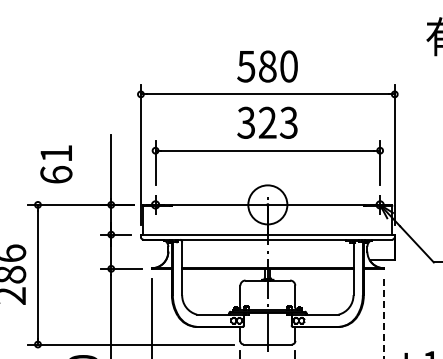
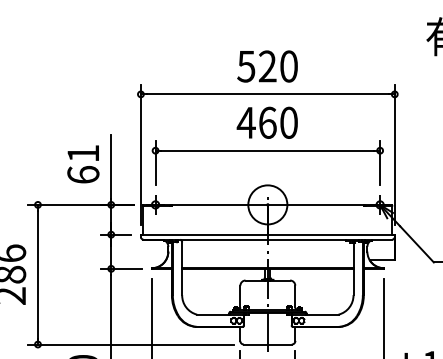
text at (267, 66): 580 -> 520
text at (266, 122): 323 -> 460
text at (56, 164) position: (56, 164) -> (83, 164)
line at (384, 318): dashed -> solid
